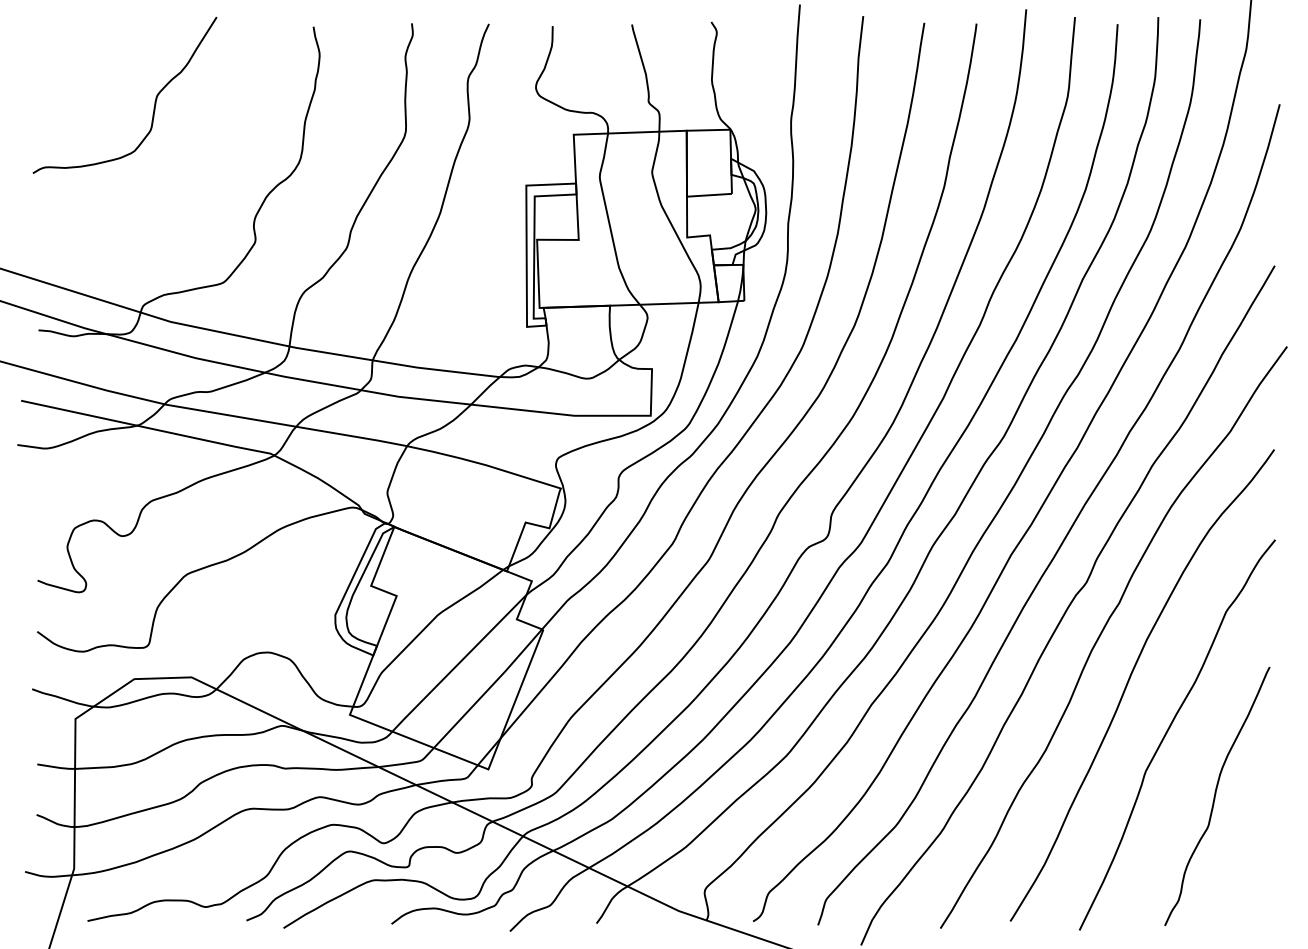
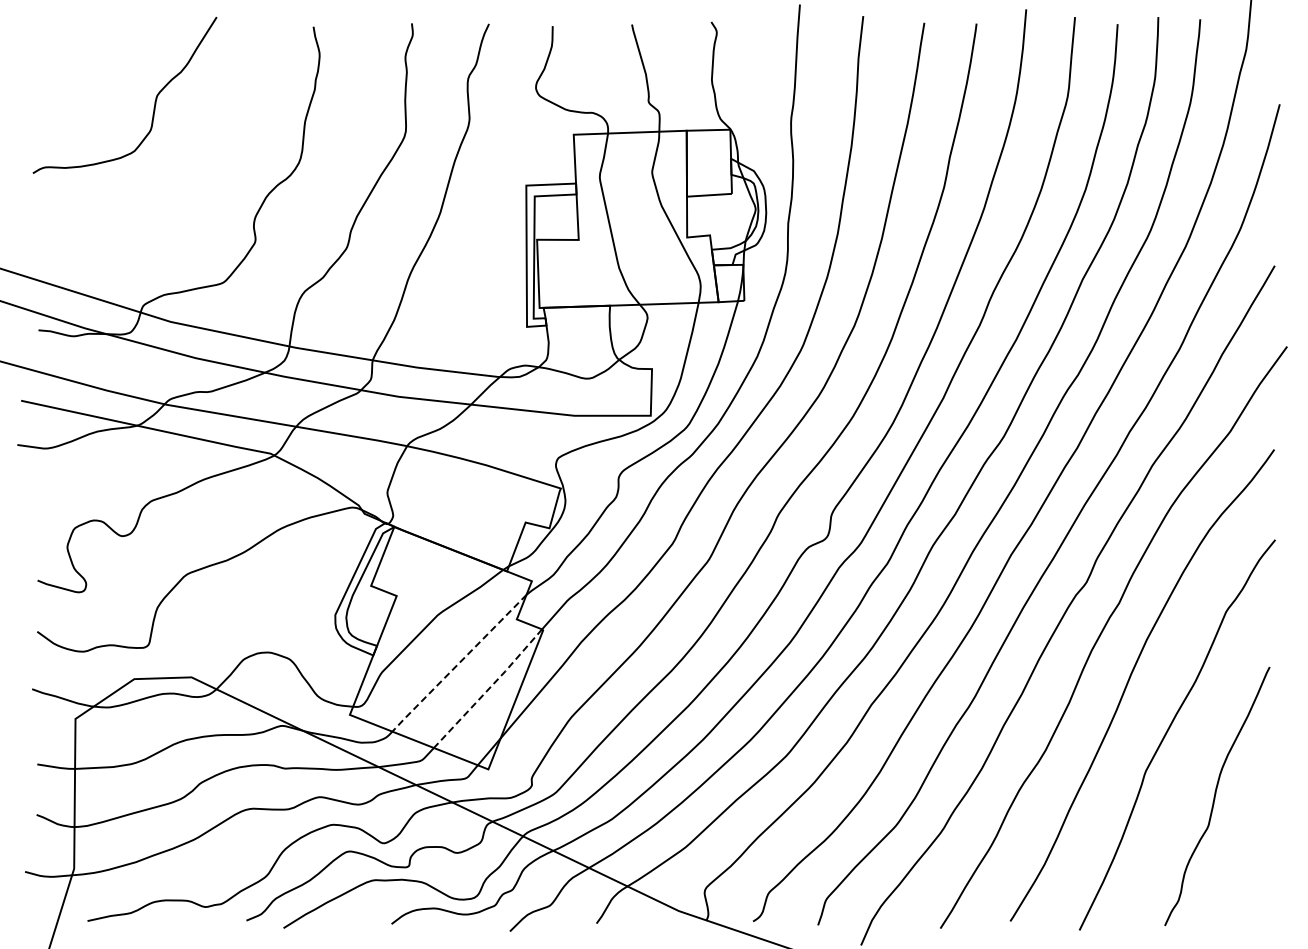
line at (458, 663): solid -> dashed
line at (489, 688): solid -> dashed
